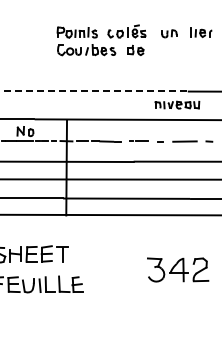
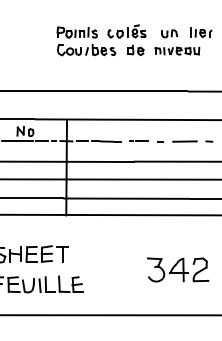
line at (93, 91): dashed -> solid
part at (177, 104) position: (177, 104) -> (177, 50)
line at (110, 315): none -> present
